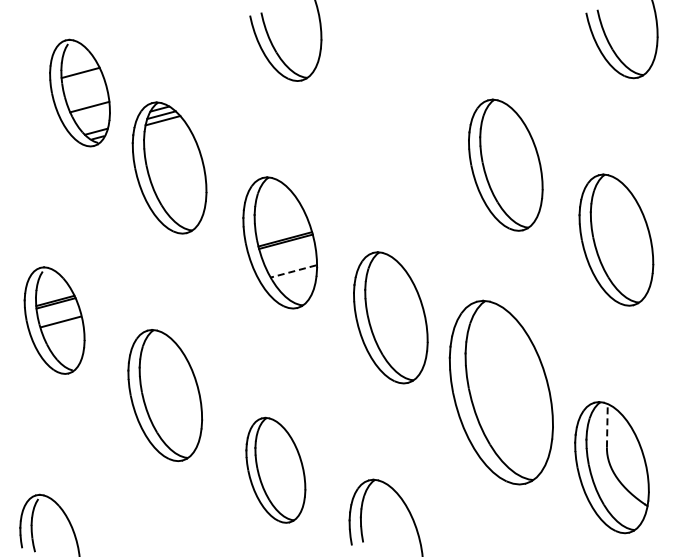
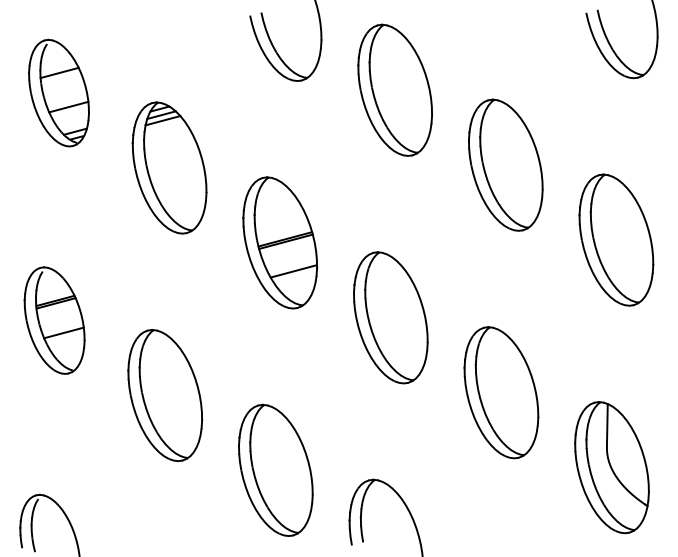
part at (394, 89): none -> present
part at (79, 92) position: (79, 92) -> (58, 92)
line at (293, 271): dashed -> solid
line at (60, 321) position: (60, 321) -> (63, 332)
part at (500, 392) size: 106x187 px -> 77x134 px
line at (607, 425): dashed -> solid
part at (275, 469) size: 62x108 px -> 76x134 px
